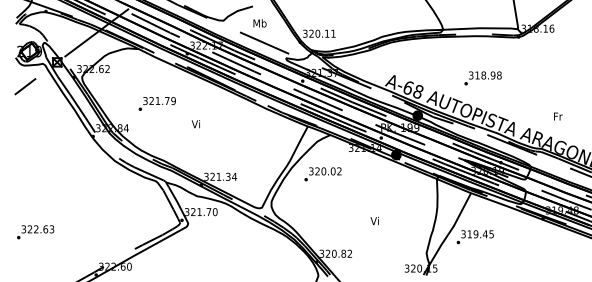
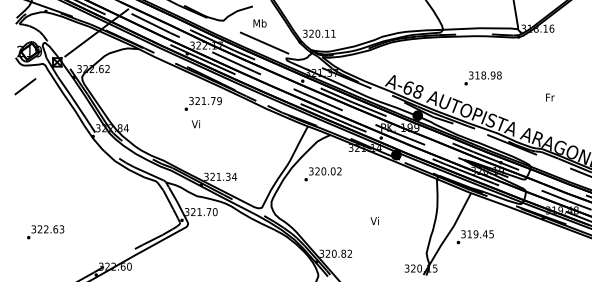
text at (156, 103) position: (156, 103) -> (202, 103)
text at (558, 116) position: (558, 116) -> (550, 97)
text at (35, 232) position: (35, 232) -> (45, 232)
